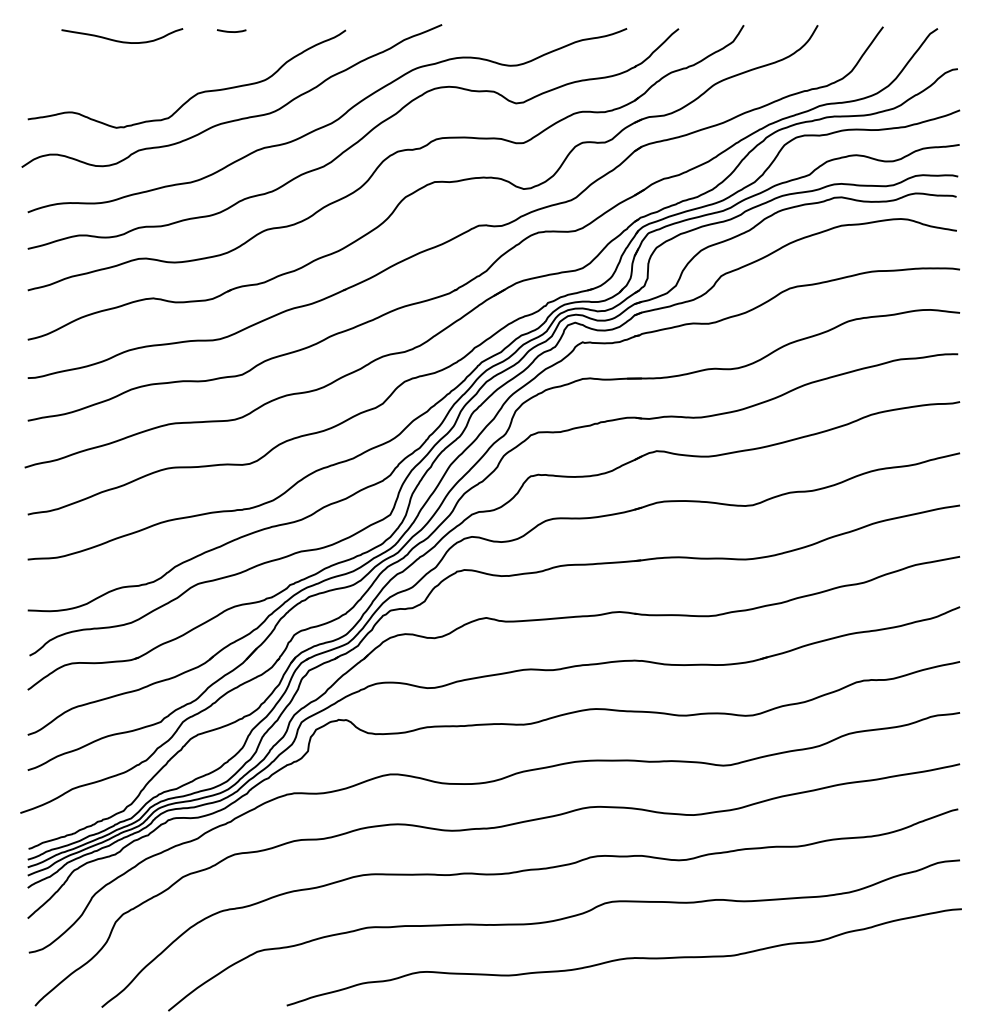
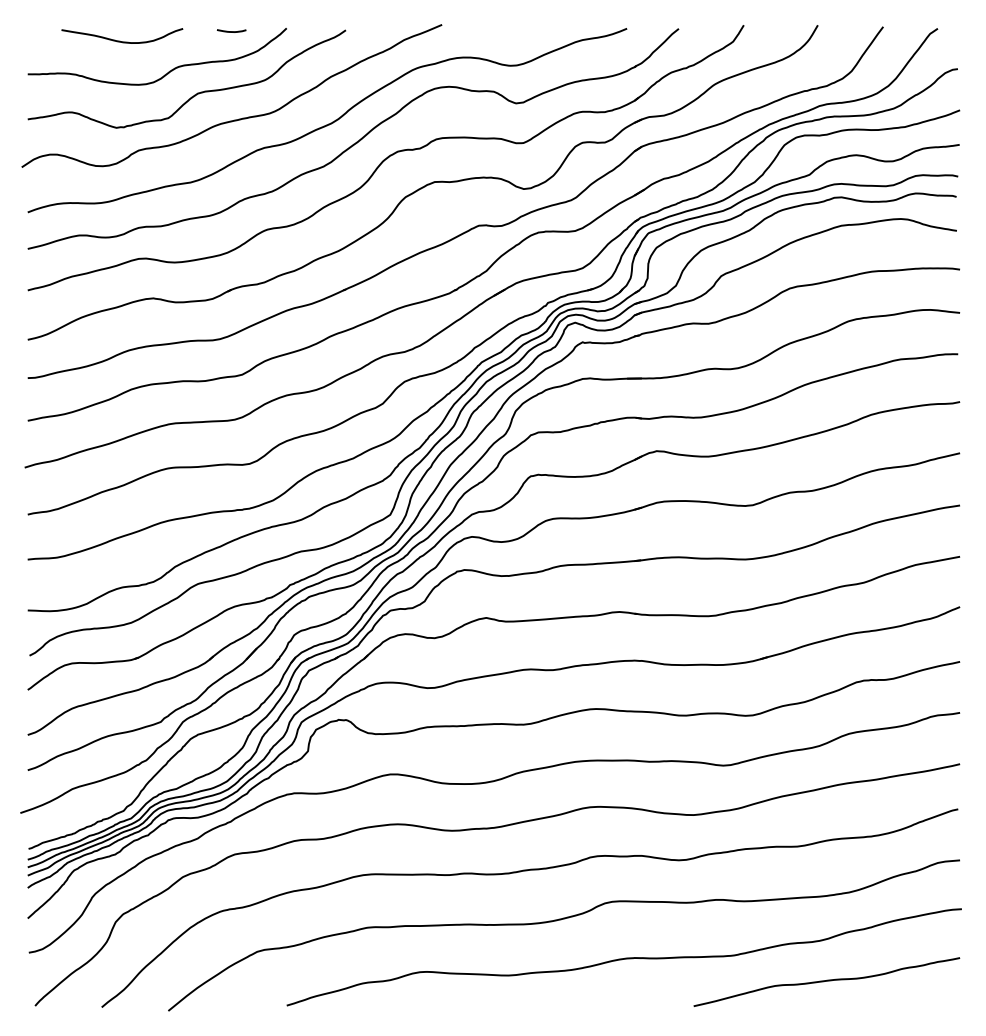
curve at (168, 71): none -> present
curve at (826, 981): none -> present
